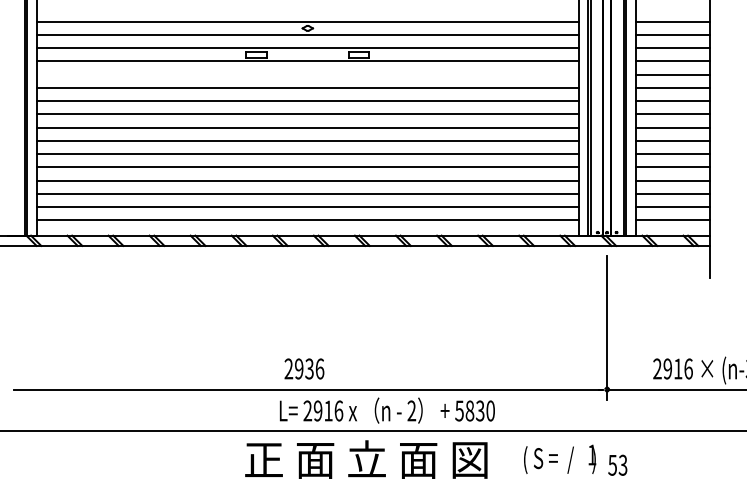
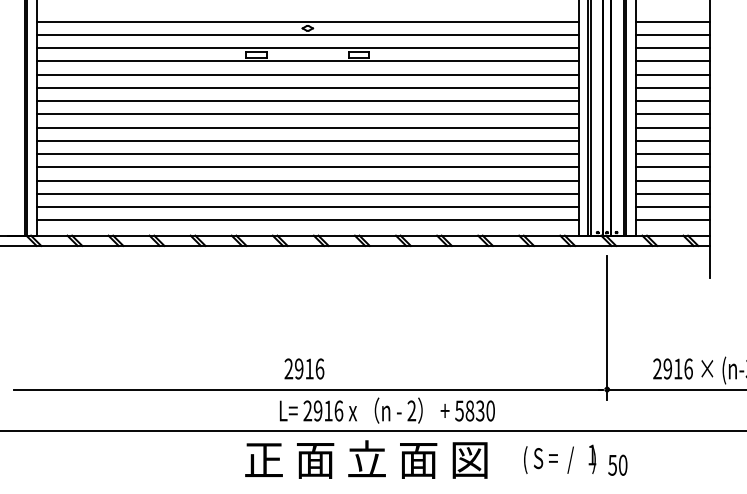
line at (307, 74): none -> present
text at (309, 368): 2936 -> 2916
text at (622, 465): 53 -> 50
